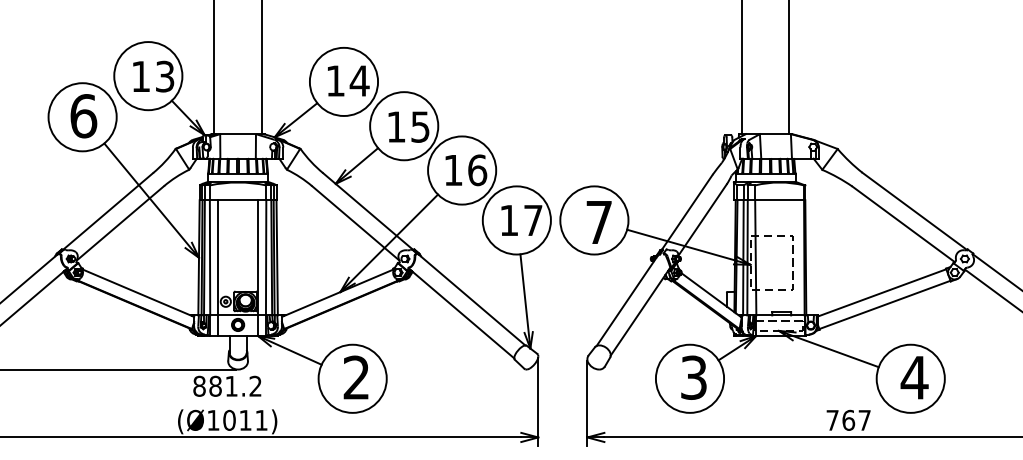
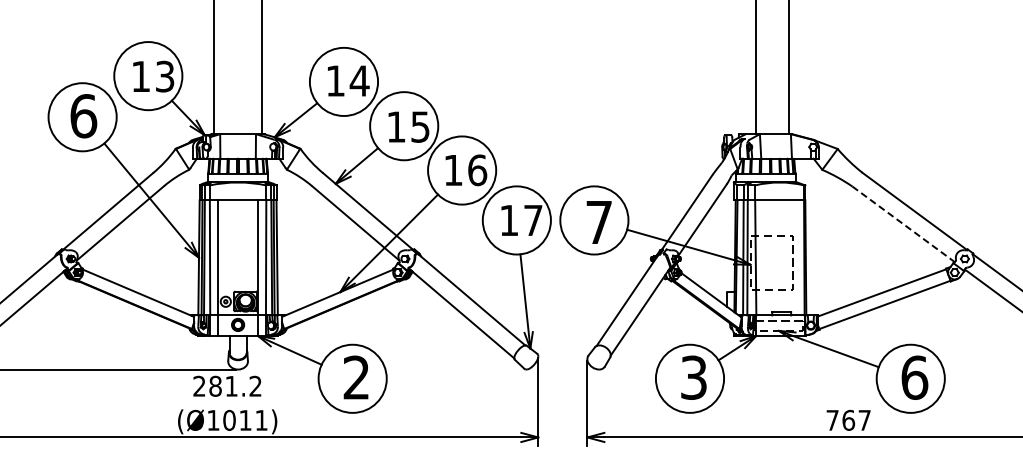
line at (741, 68) position: (741, 68) -> (755, 68)
line at (903, 224): solid -> dashed
text at (914, 377): 4 -> 6
text at (199, 385): 881.2 -> 281.2
